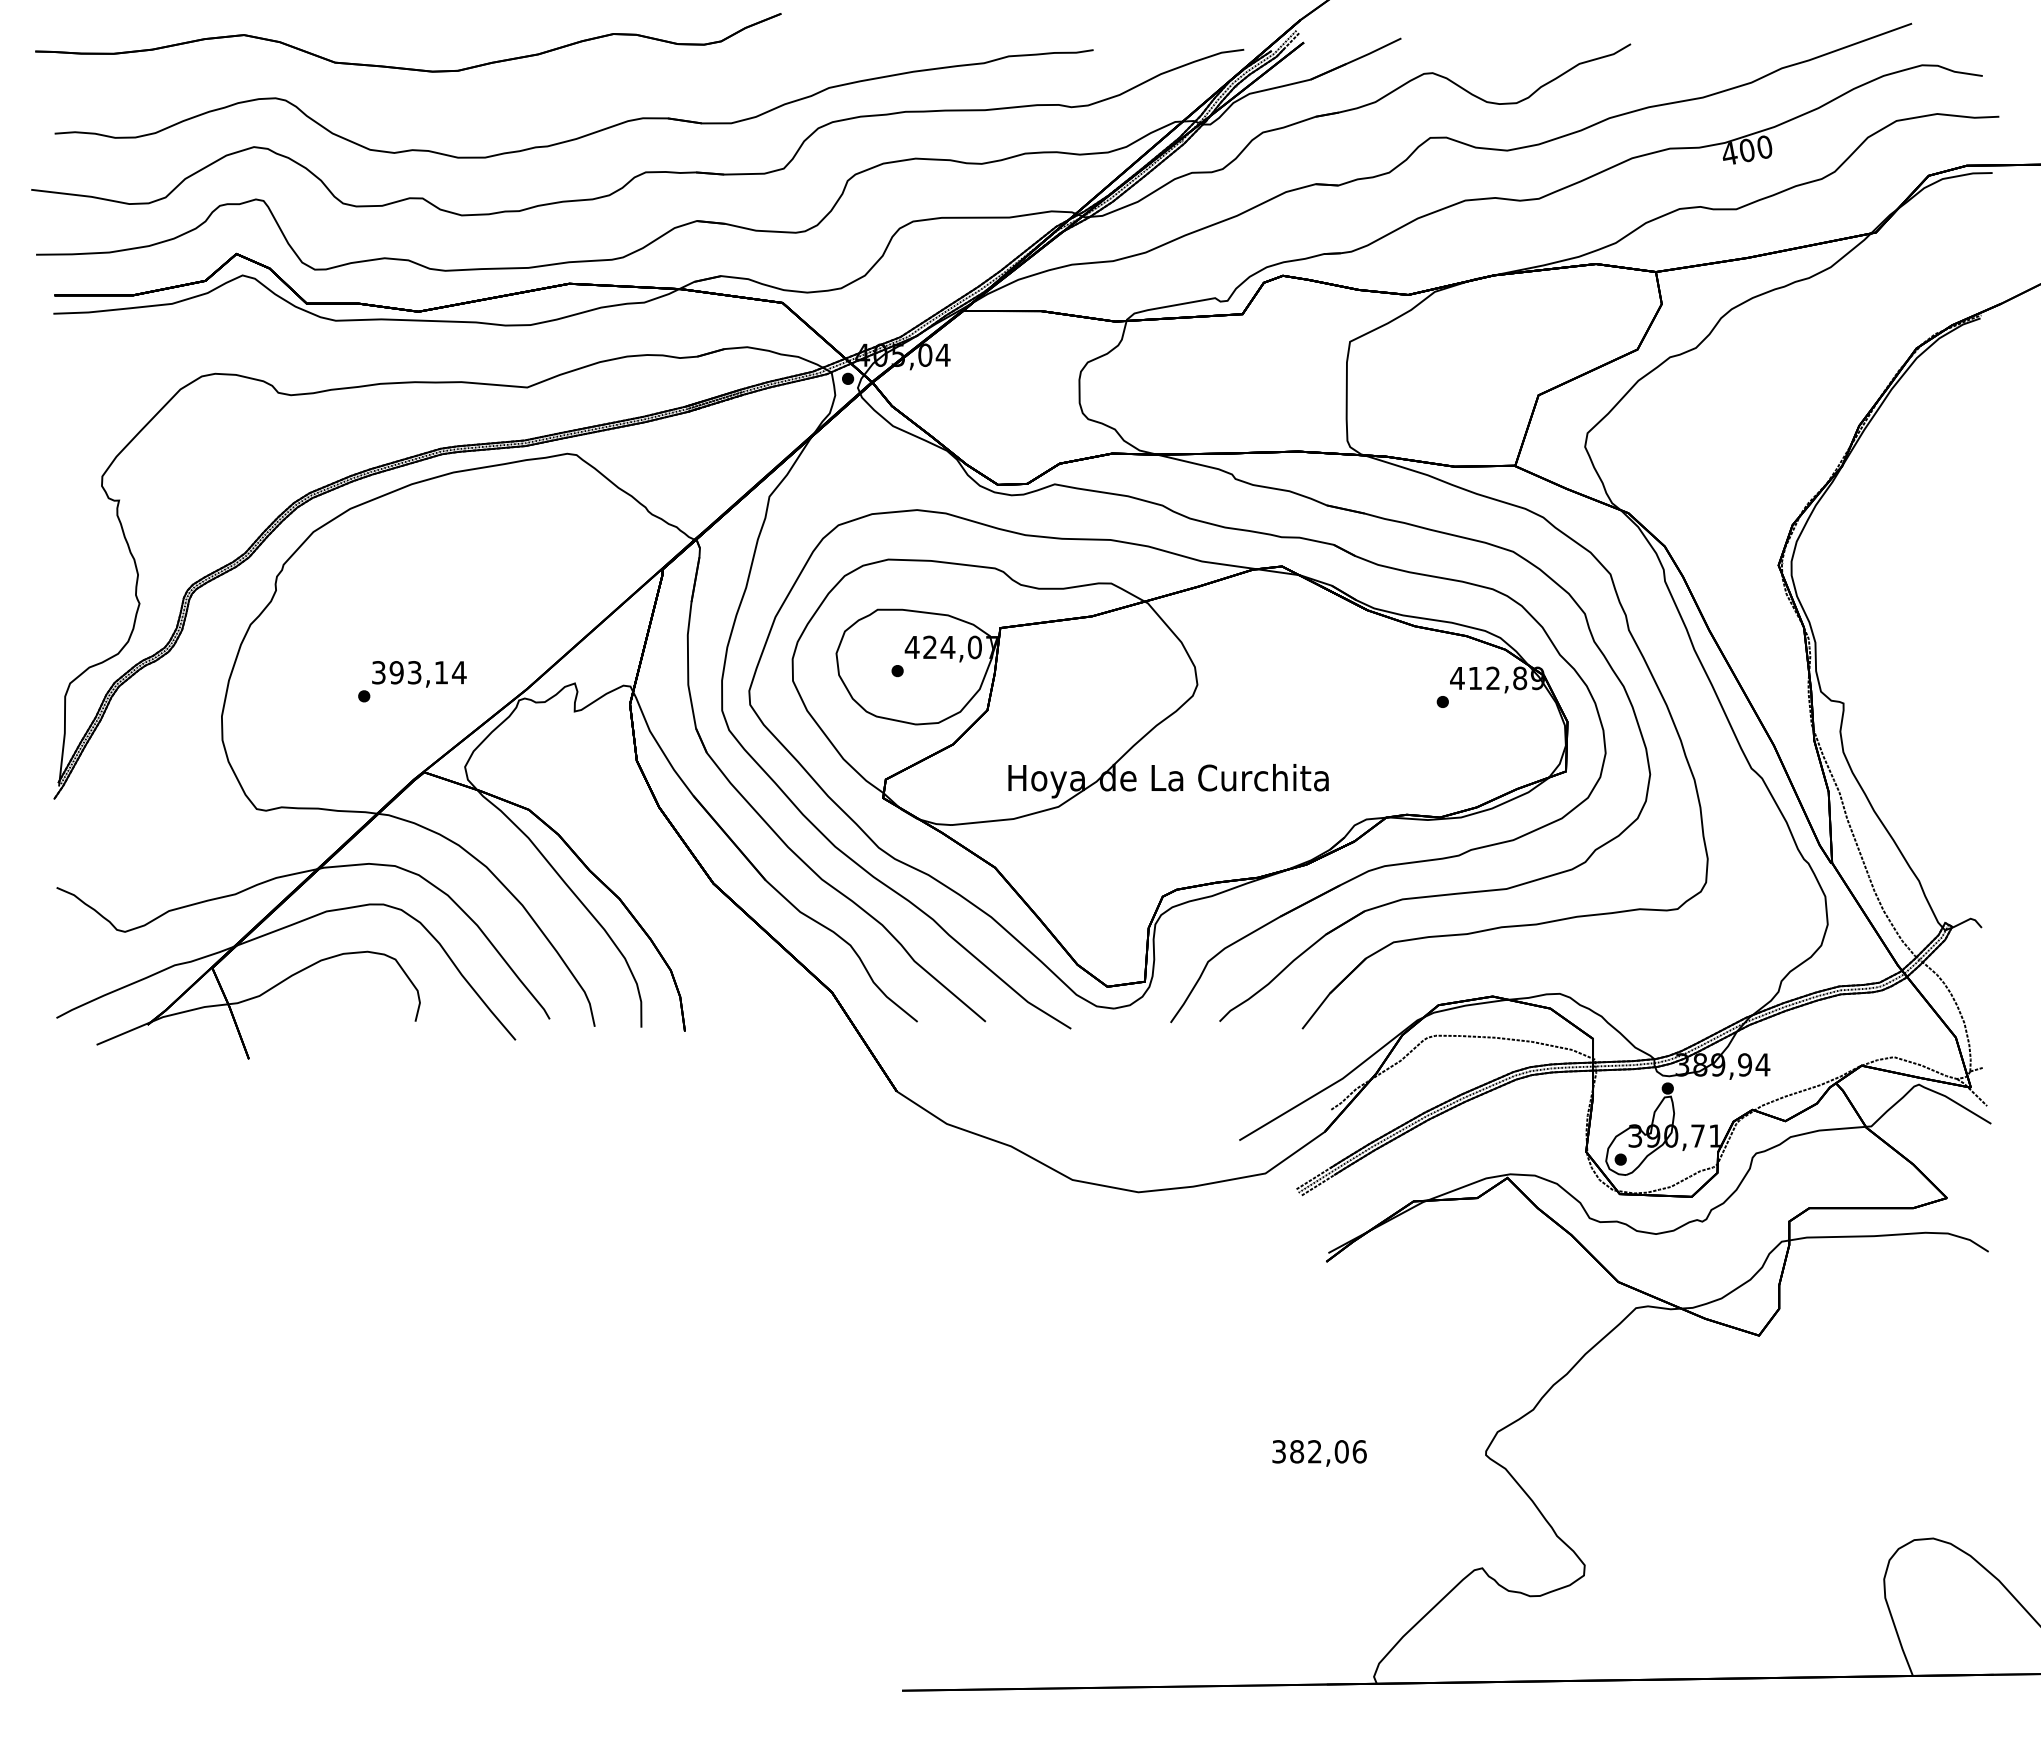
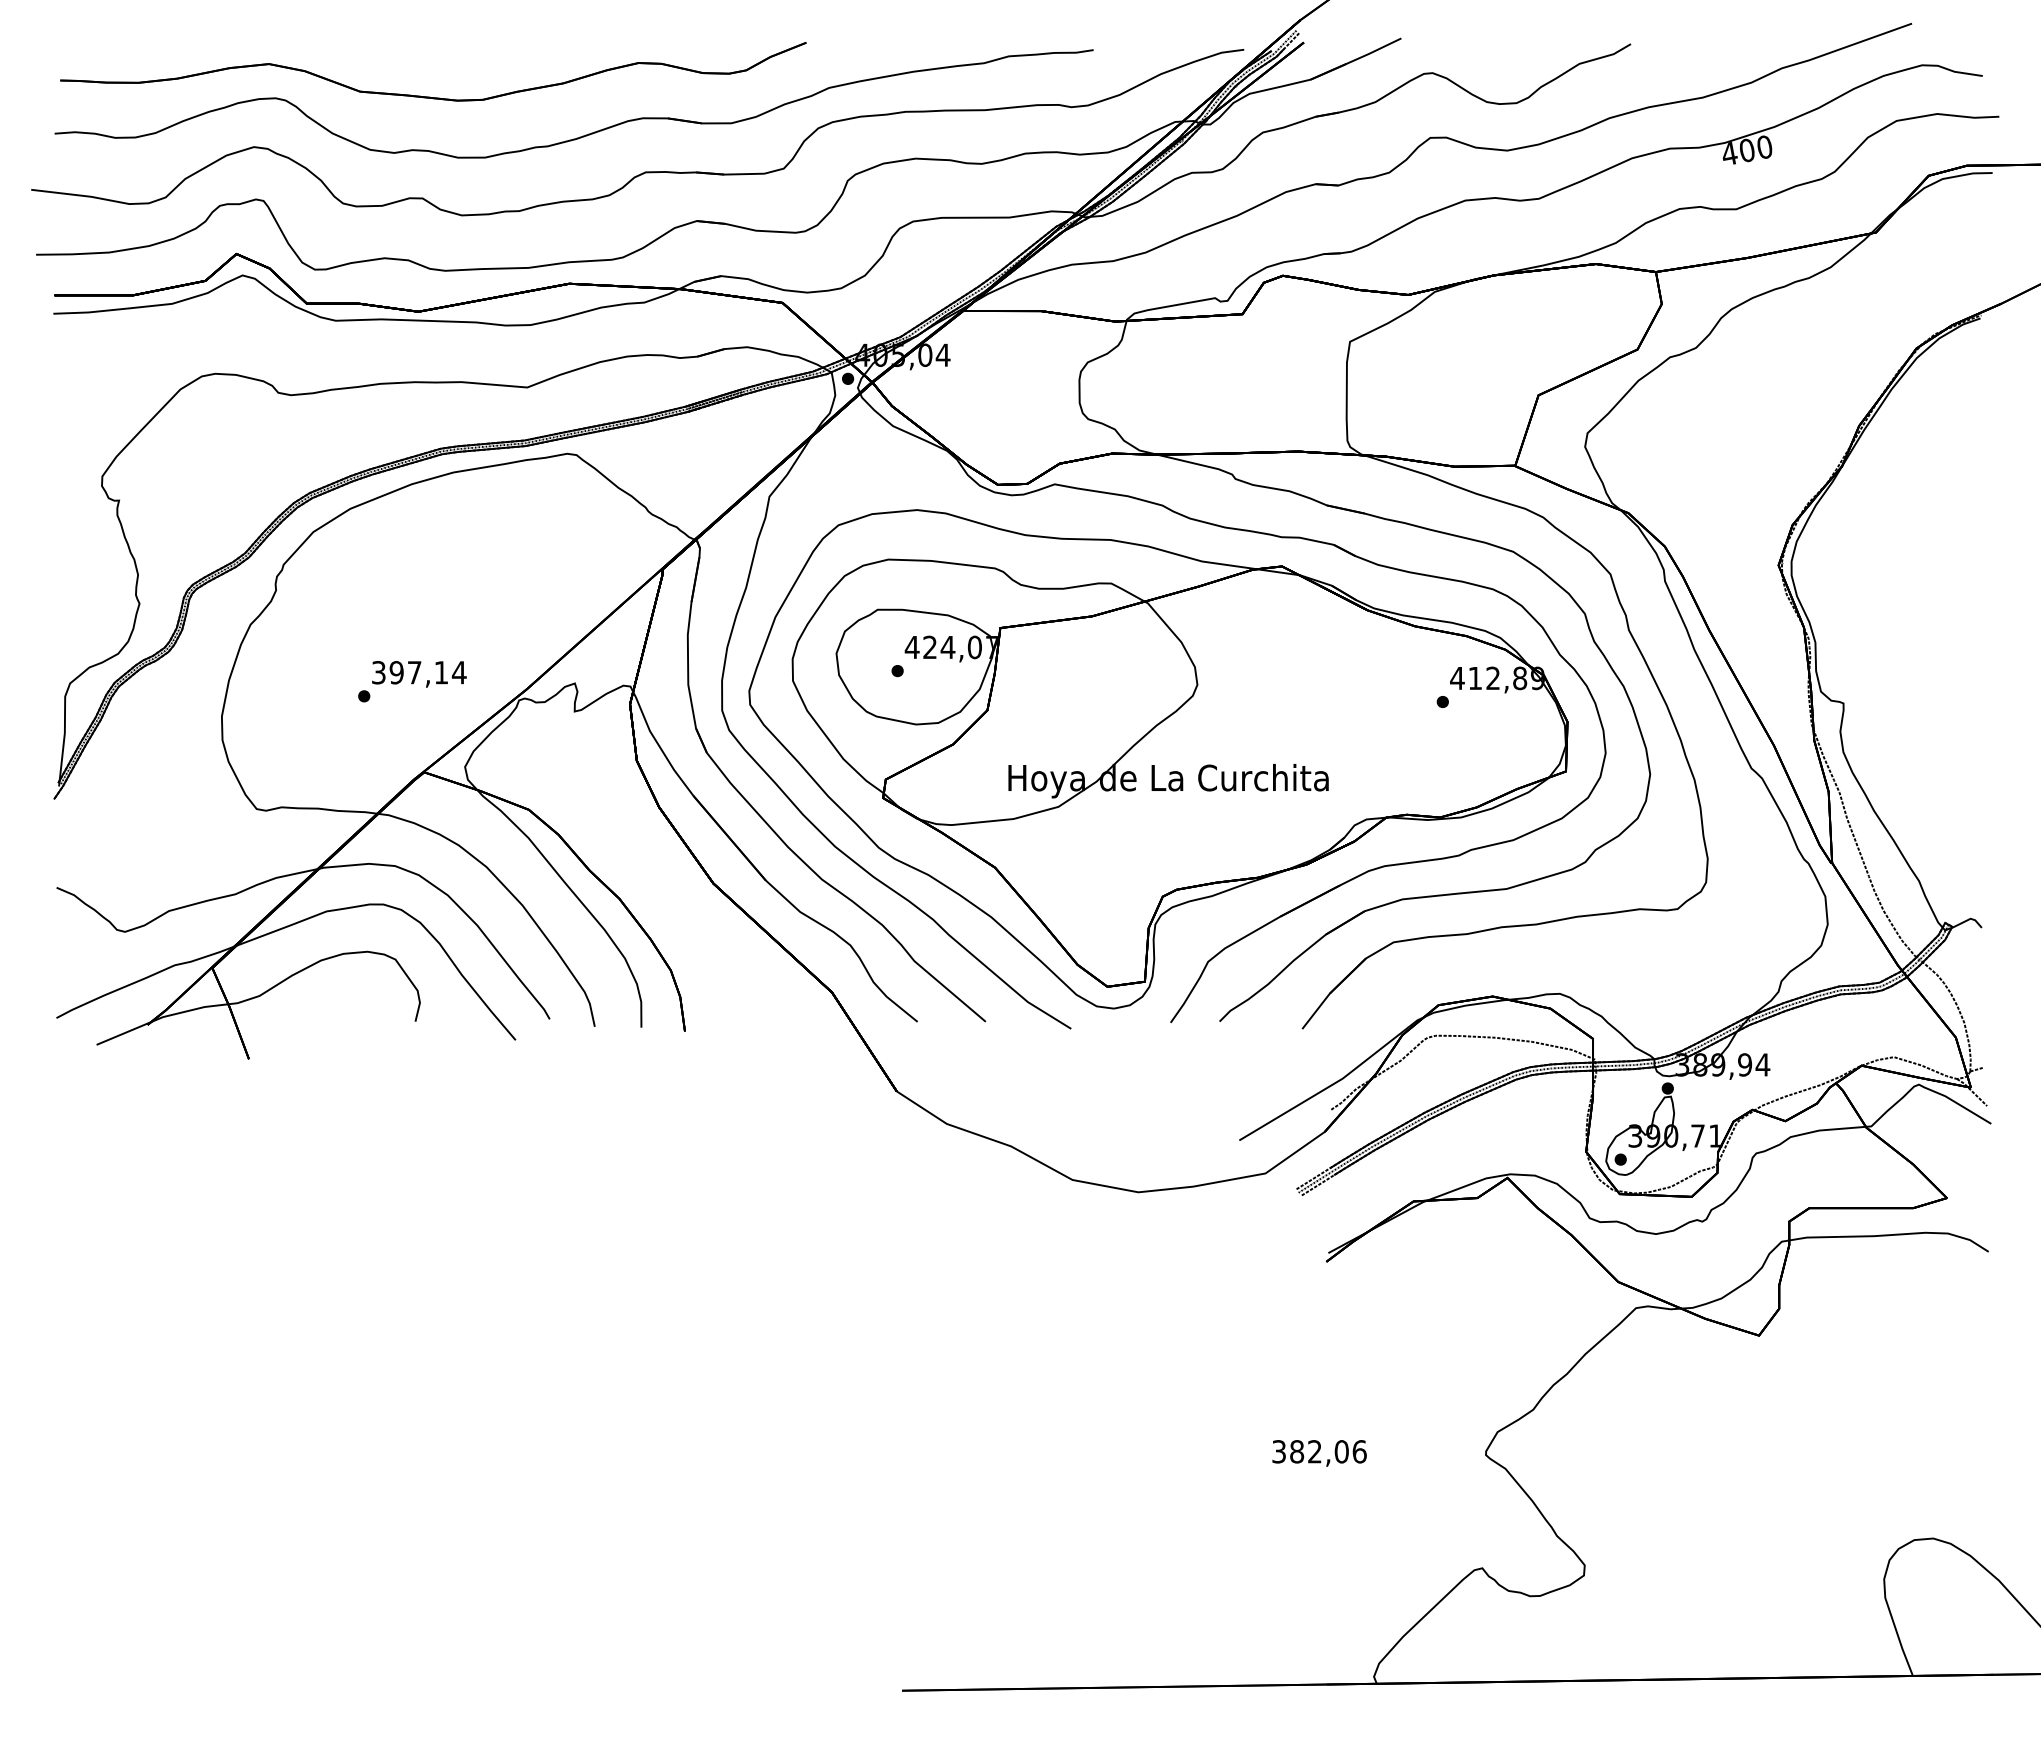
part at (405, 67) position: (405, 67) -> (430, 96)
text at (414, 672): 393,14 -> 397,14
